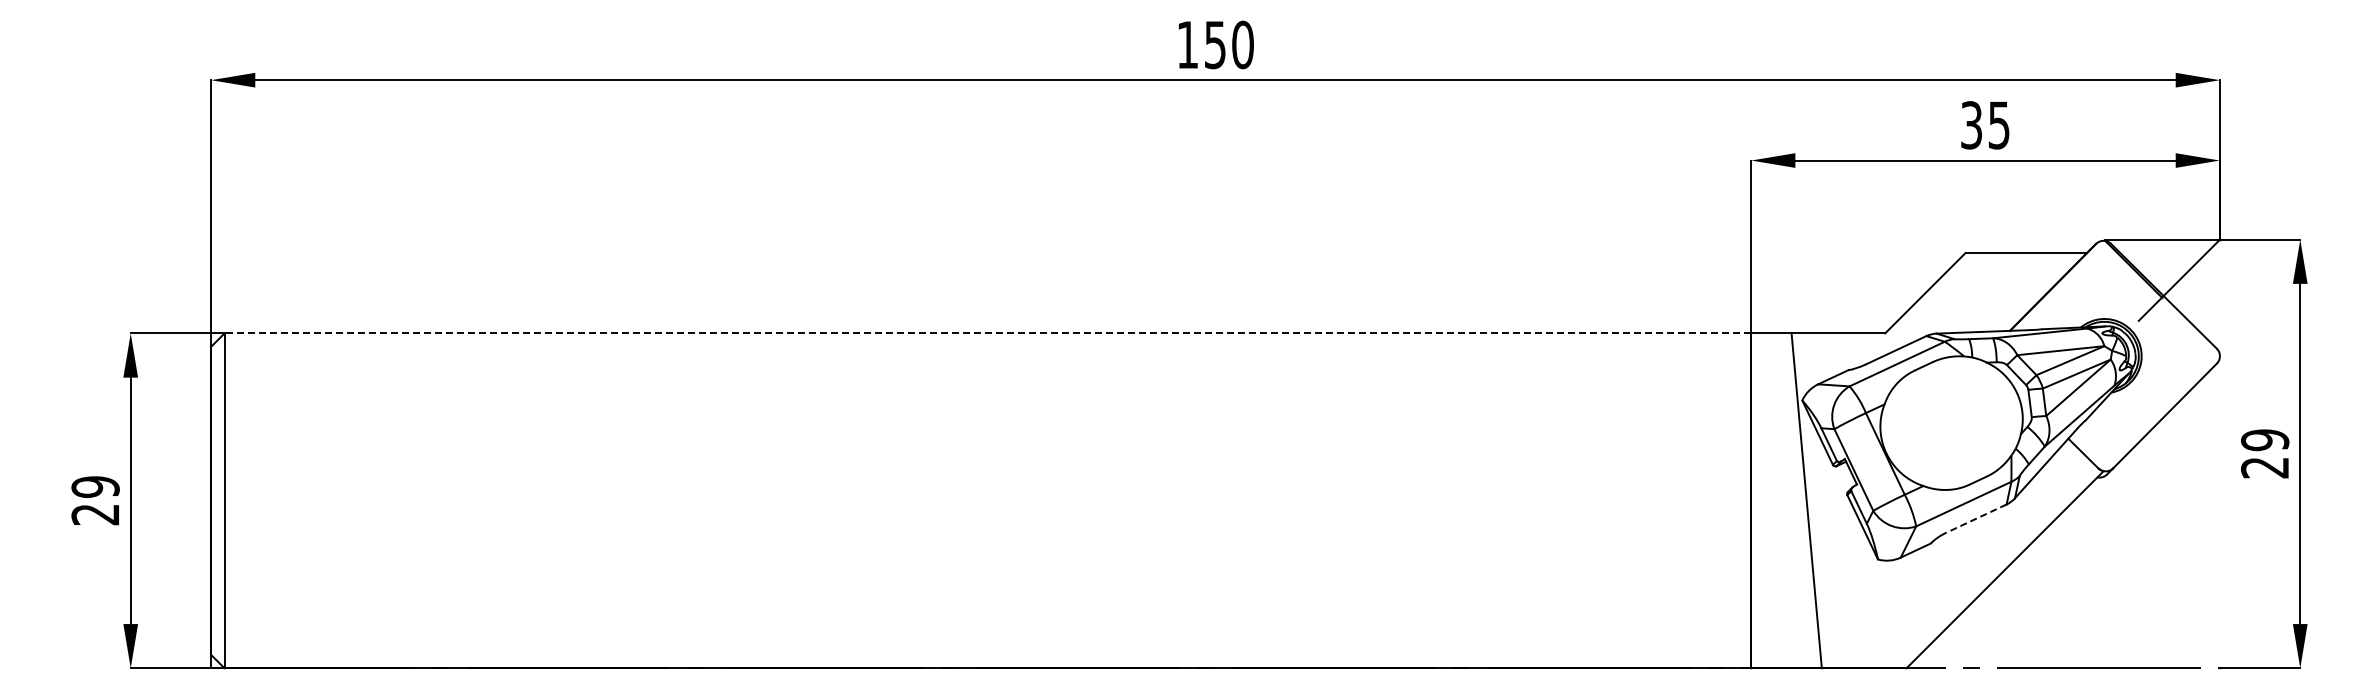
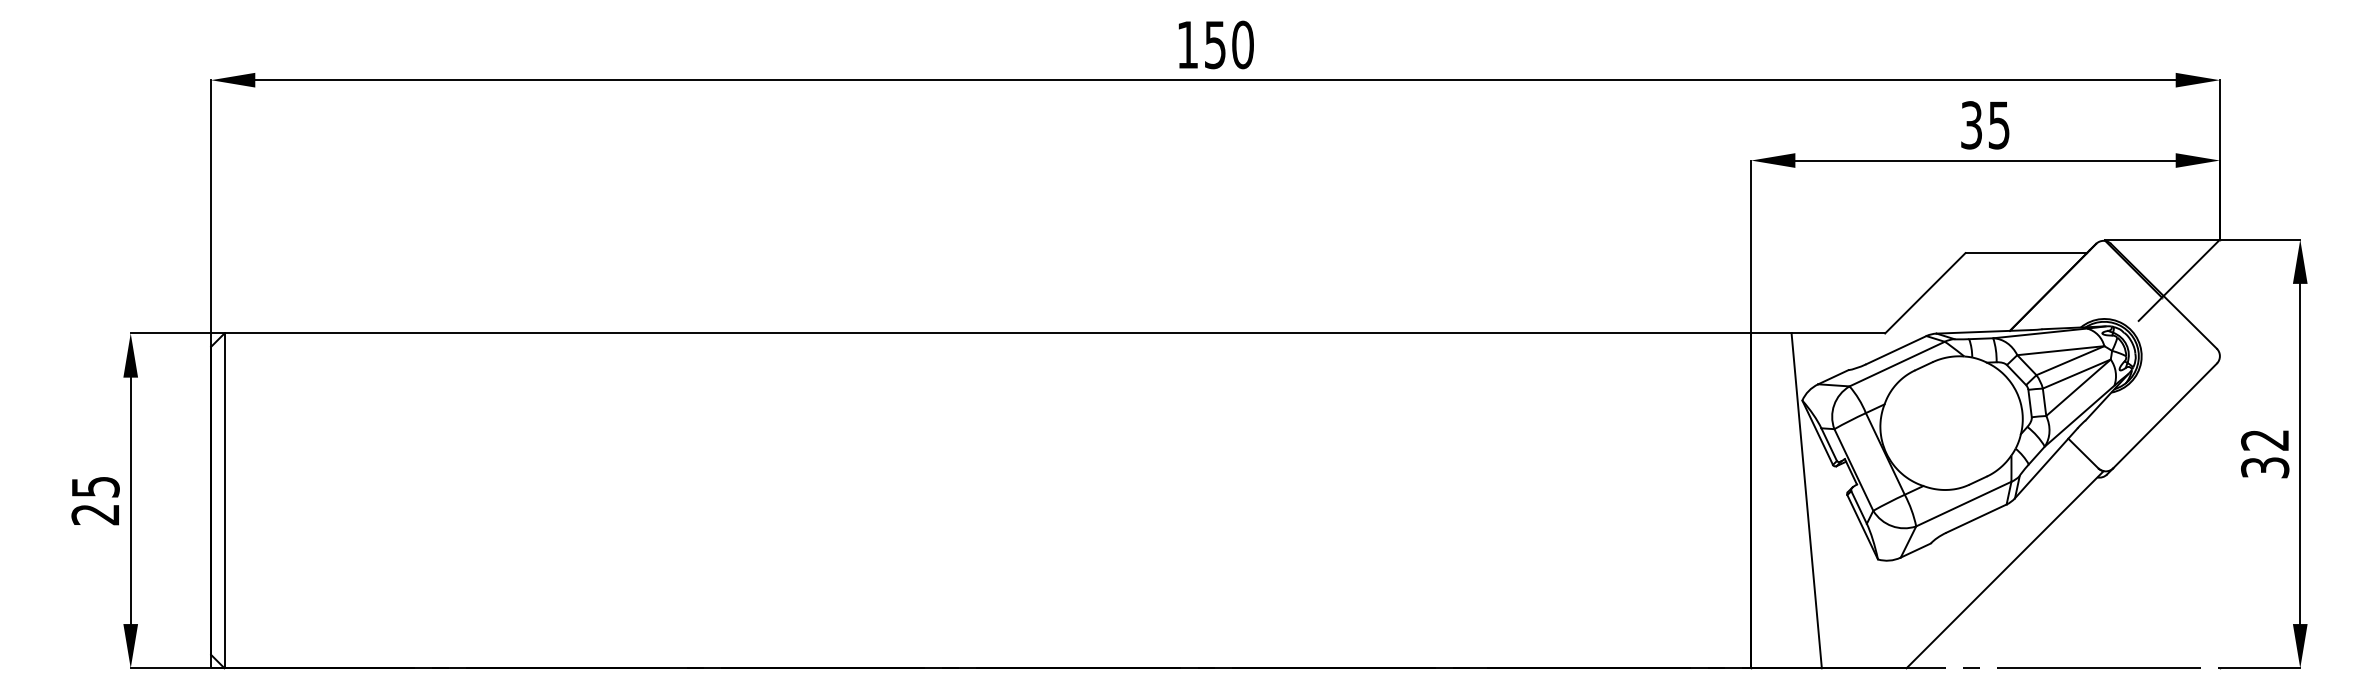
line at (987, 333): dashed -> solid
text at (2265, 453): 29 -> 32
text at (95, 487): 29 -> 25
line at (1976, 518): dashed -> solid
